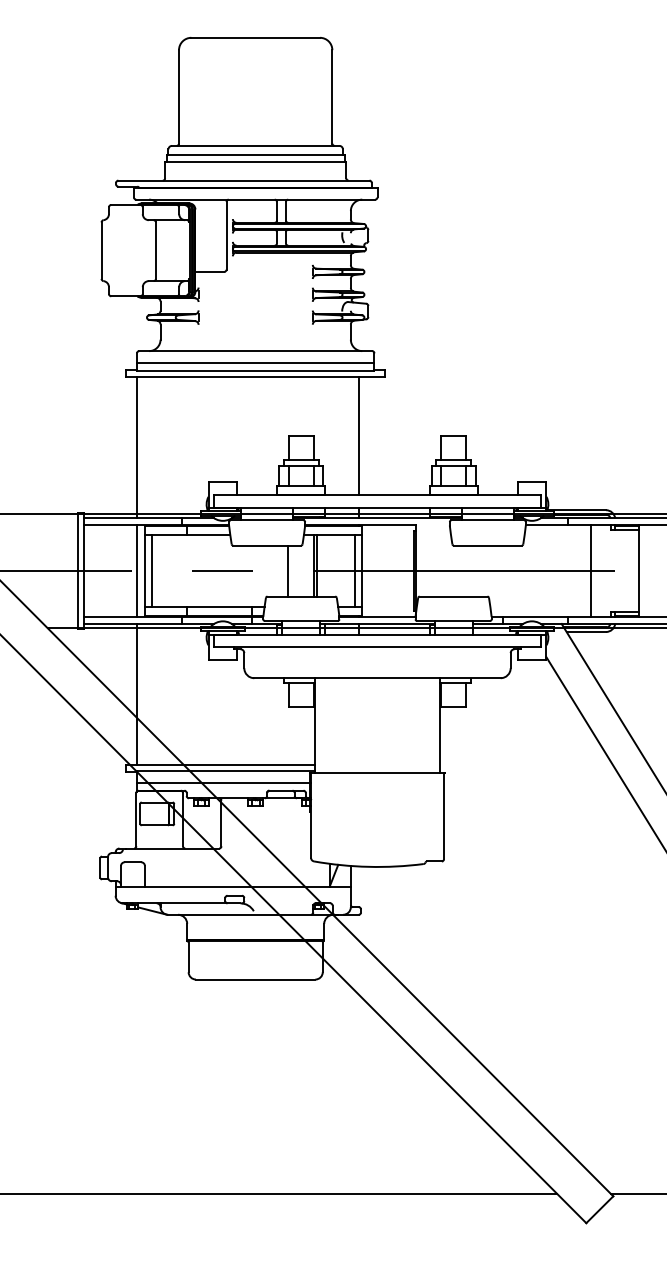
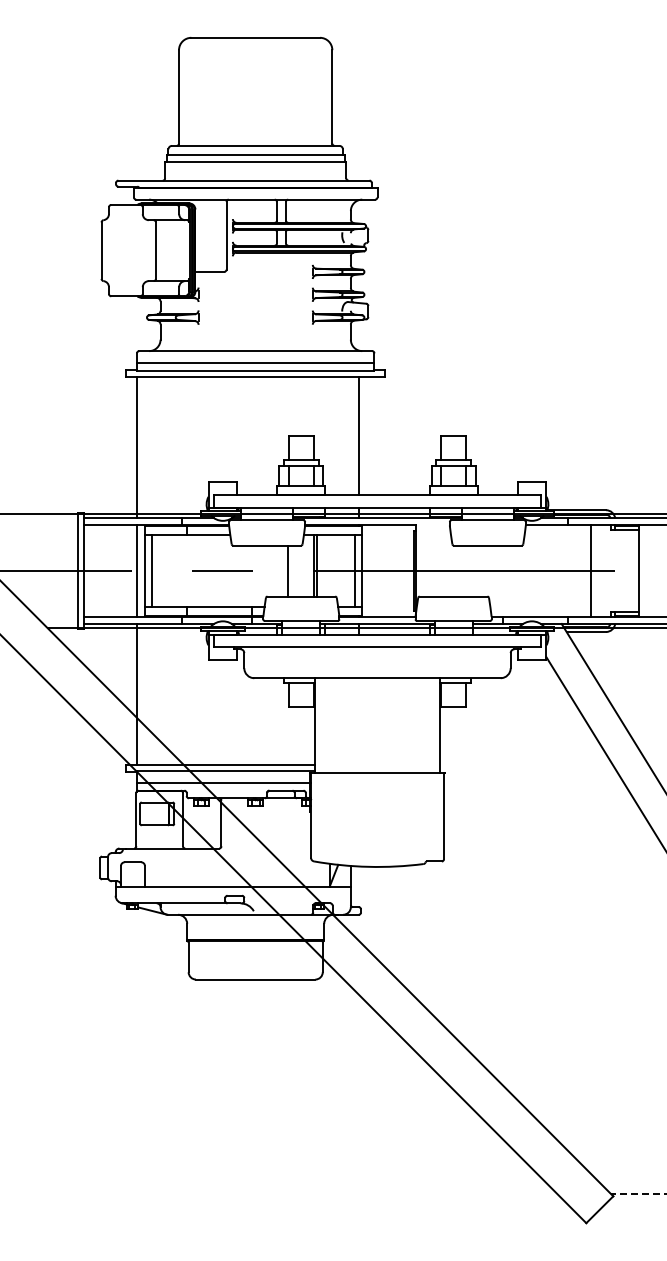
line at (279, 1193): present -> none
line at (638, 1193): solid -> dashed
